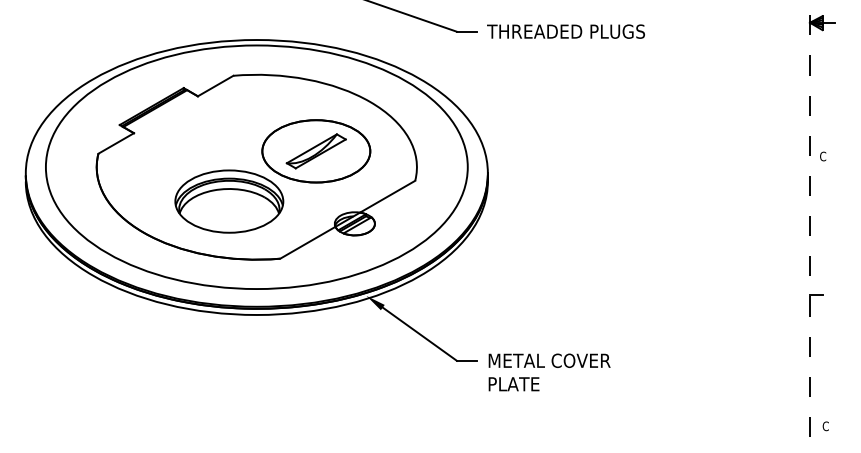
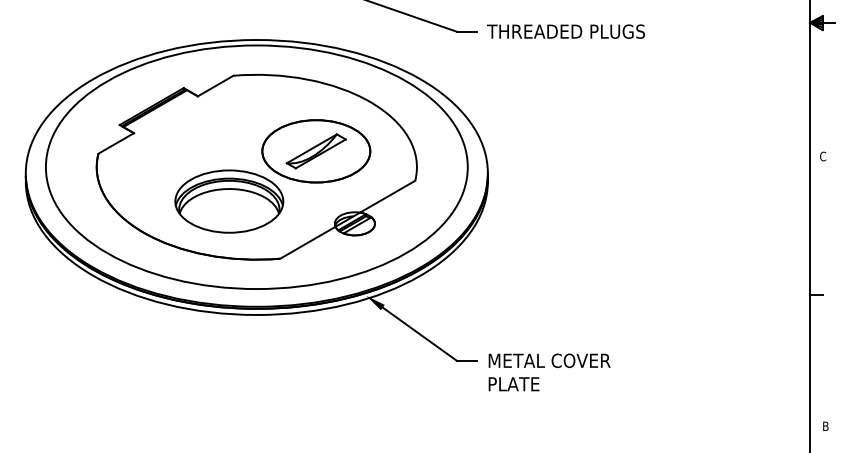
line at (810, 226): dashed -> solid
text at (825, 426): C -> B
